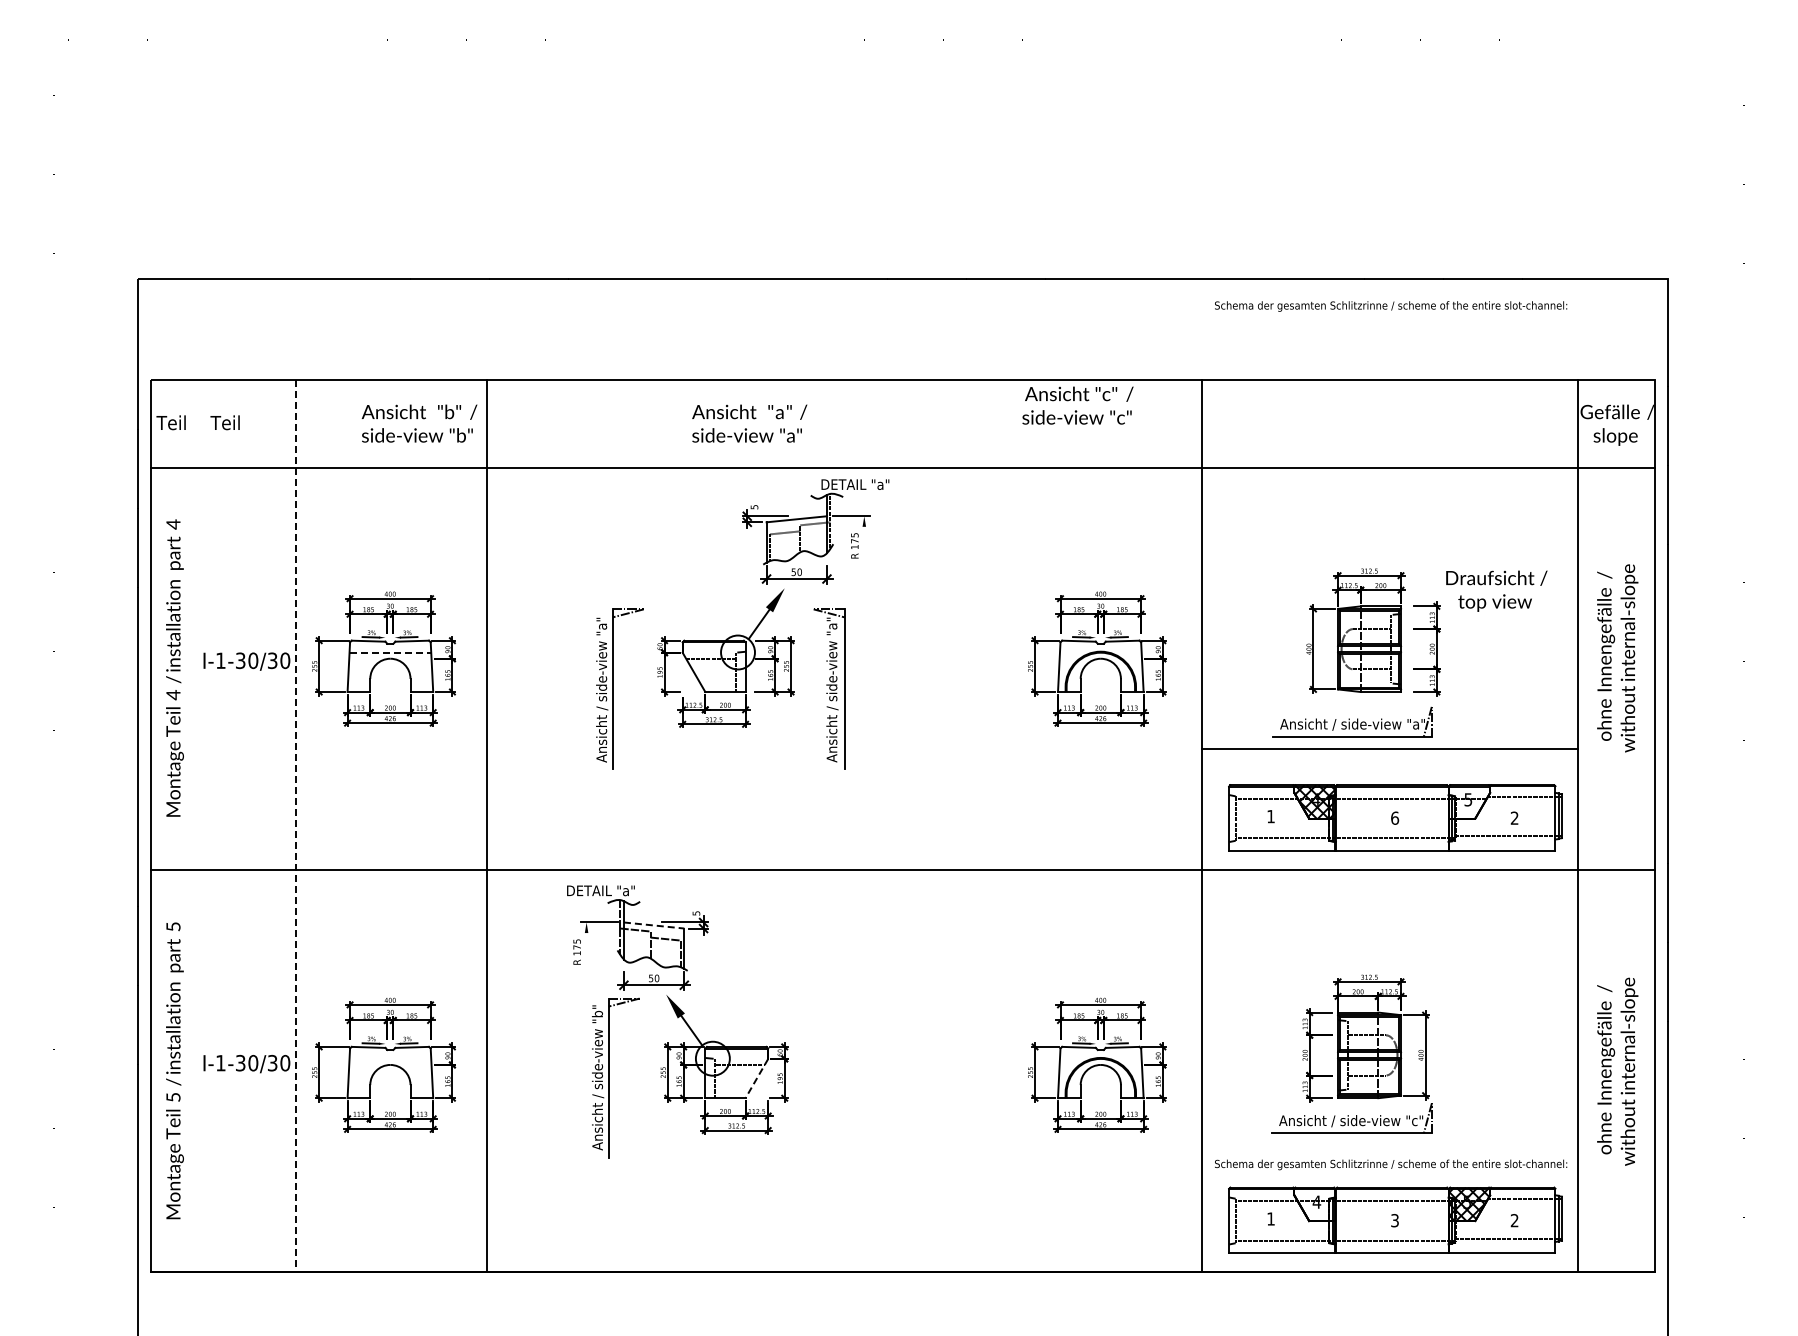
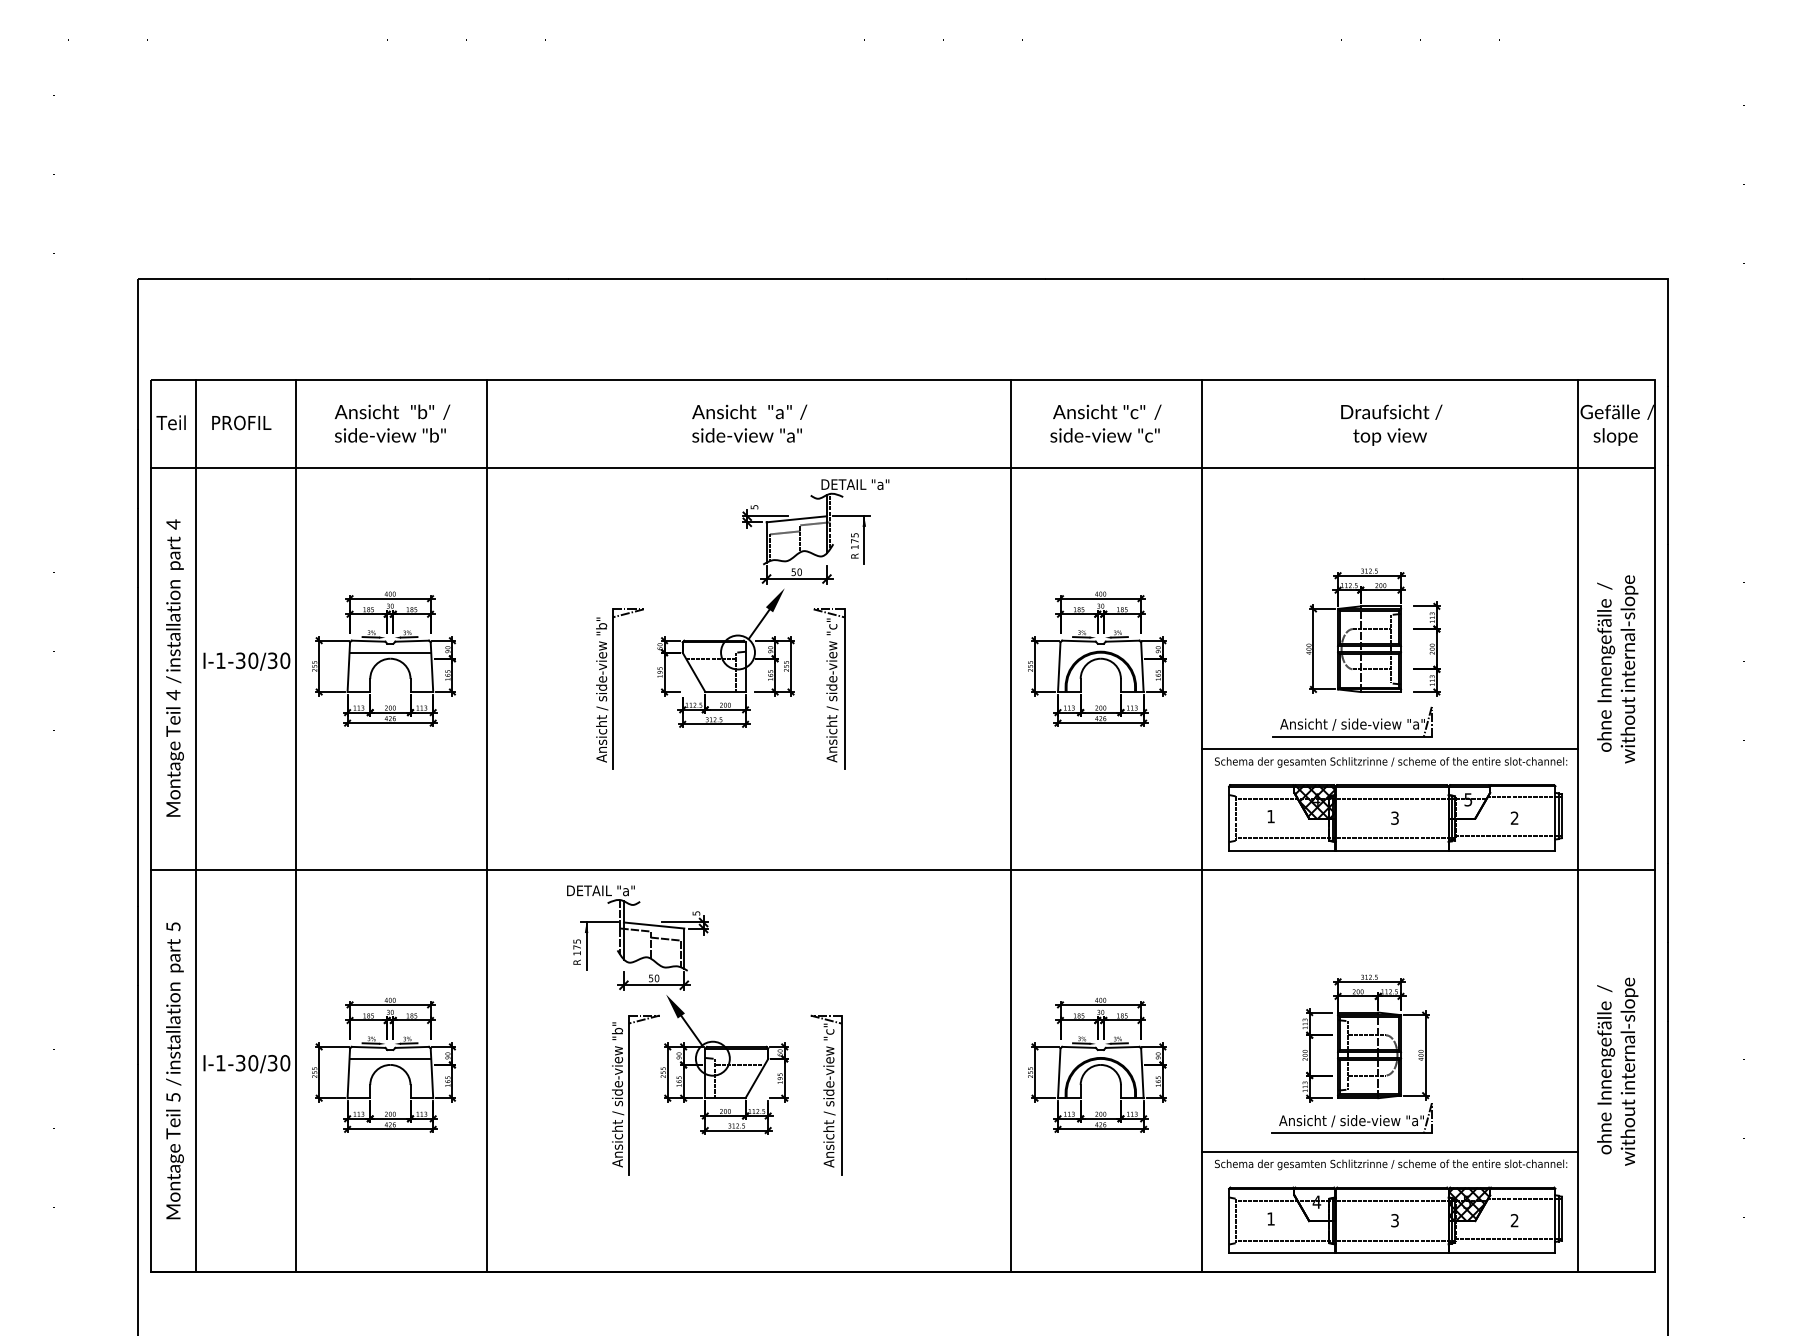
text at (1391, 306) position: (1391, 306) -> (1391, 762)
text at (1077, 405) position: (1077, 405) -> (1105, 423)
text at (240, 422): Teil -> PROFIL
text at (419, 423) position: (419, 423) -> (392, 423)
line at (864, 539): none -> present
text at (1496, 590) position: (1496, 590) -> (1391, 424)
text at (601, 623): Ansicht / side-view "a" -> Ansicht / side-view "b"
text at (831, 623): Ansicht / side-view "a" -> Ansicht / side-view "c"
line at (390, 652): dashed -> solid
text at (1617, 658) position: (1617, 658) -> (1617, 669)
text at (1395, 817): 6 -> 3
line at (195, 825): none -> present
line at (1010, 825): none -> present
line at (296, 826): dashed -> solid
line at (654, 925): dashed -> solid
line at (586, 946): none -> present
line at (390, 1058): none -> present
part at (615, 1077) position: (615, 1077) -> (635, 1094)
line at (756, 1078): dashed -> solid
part at (826, 1094): none -> present
text at (1417, 1120): Ansicht / side-view "c" -> Ansicht / side-view "a"
line at (1389, 1151): none -> present
